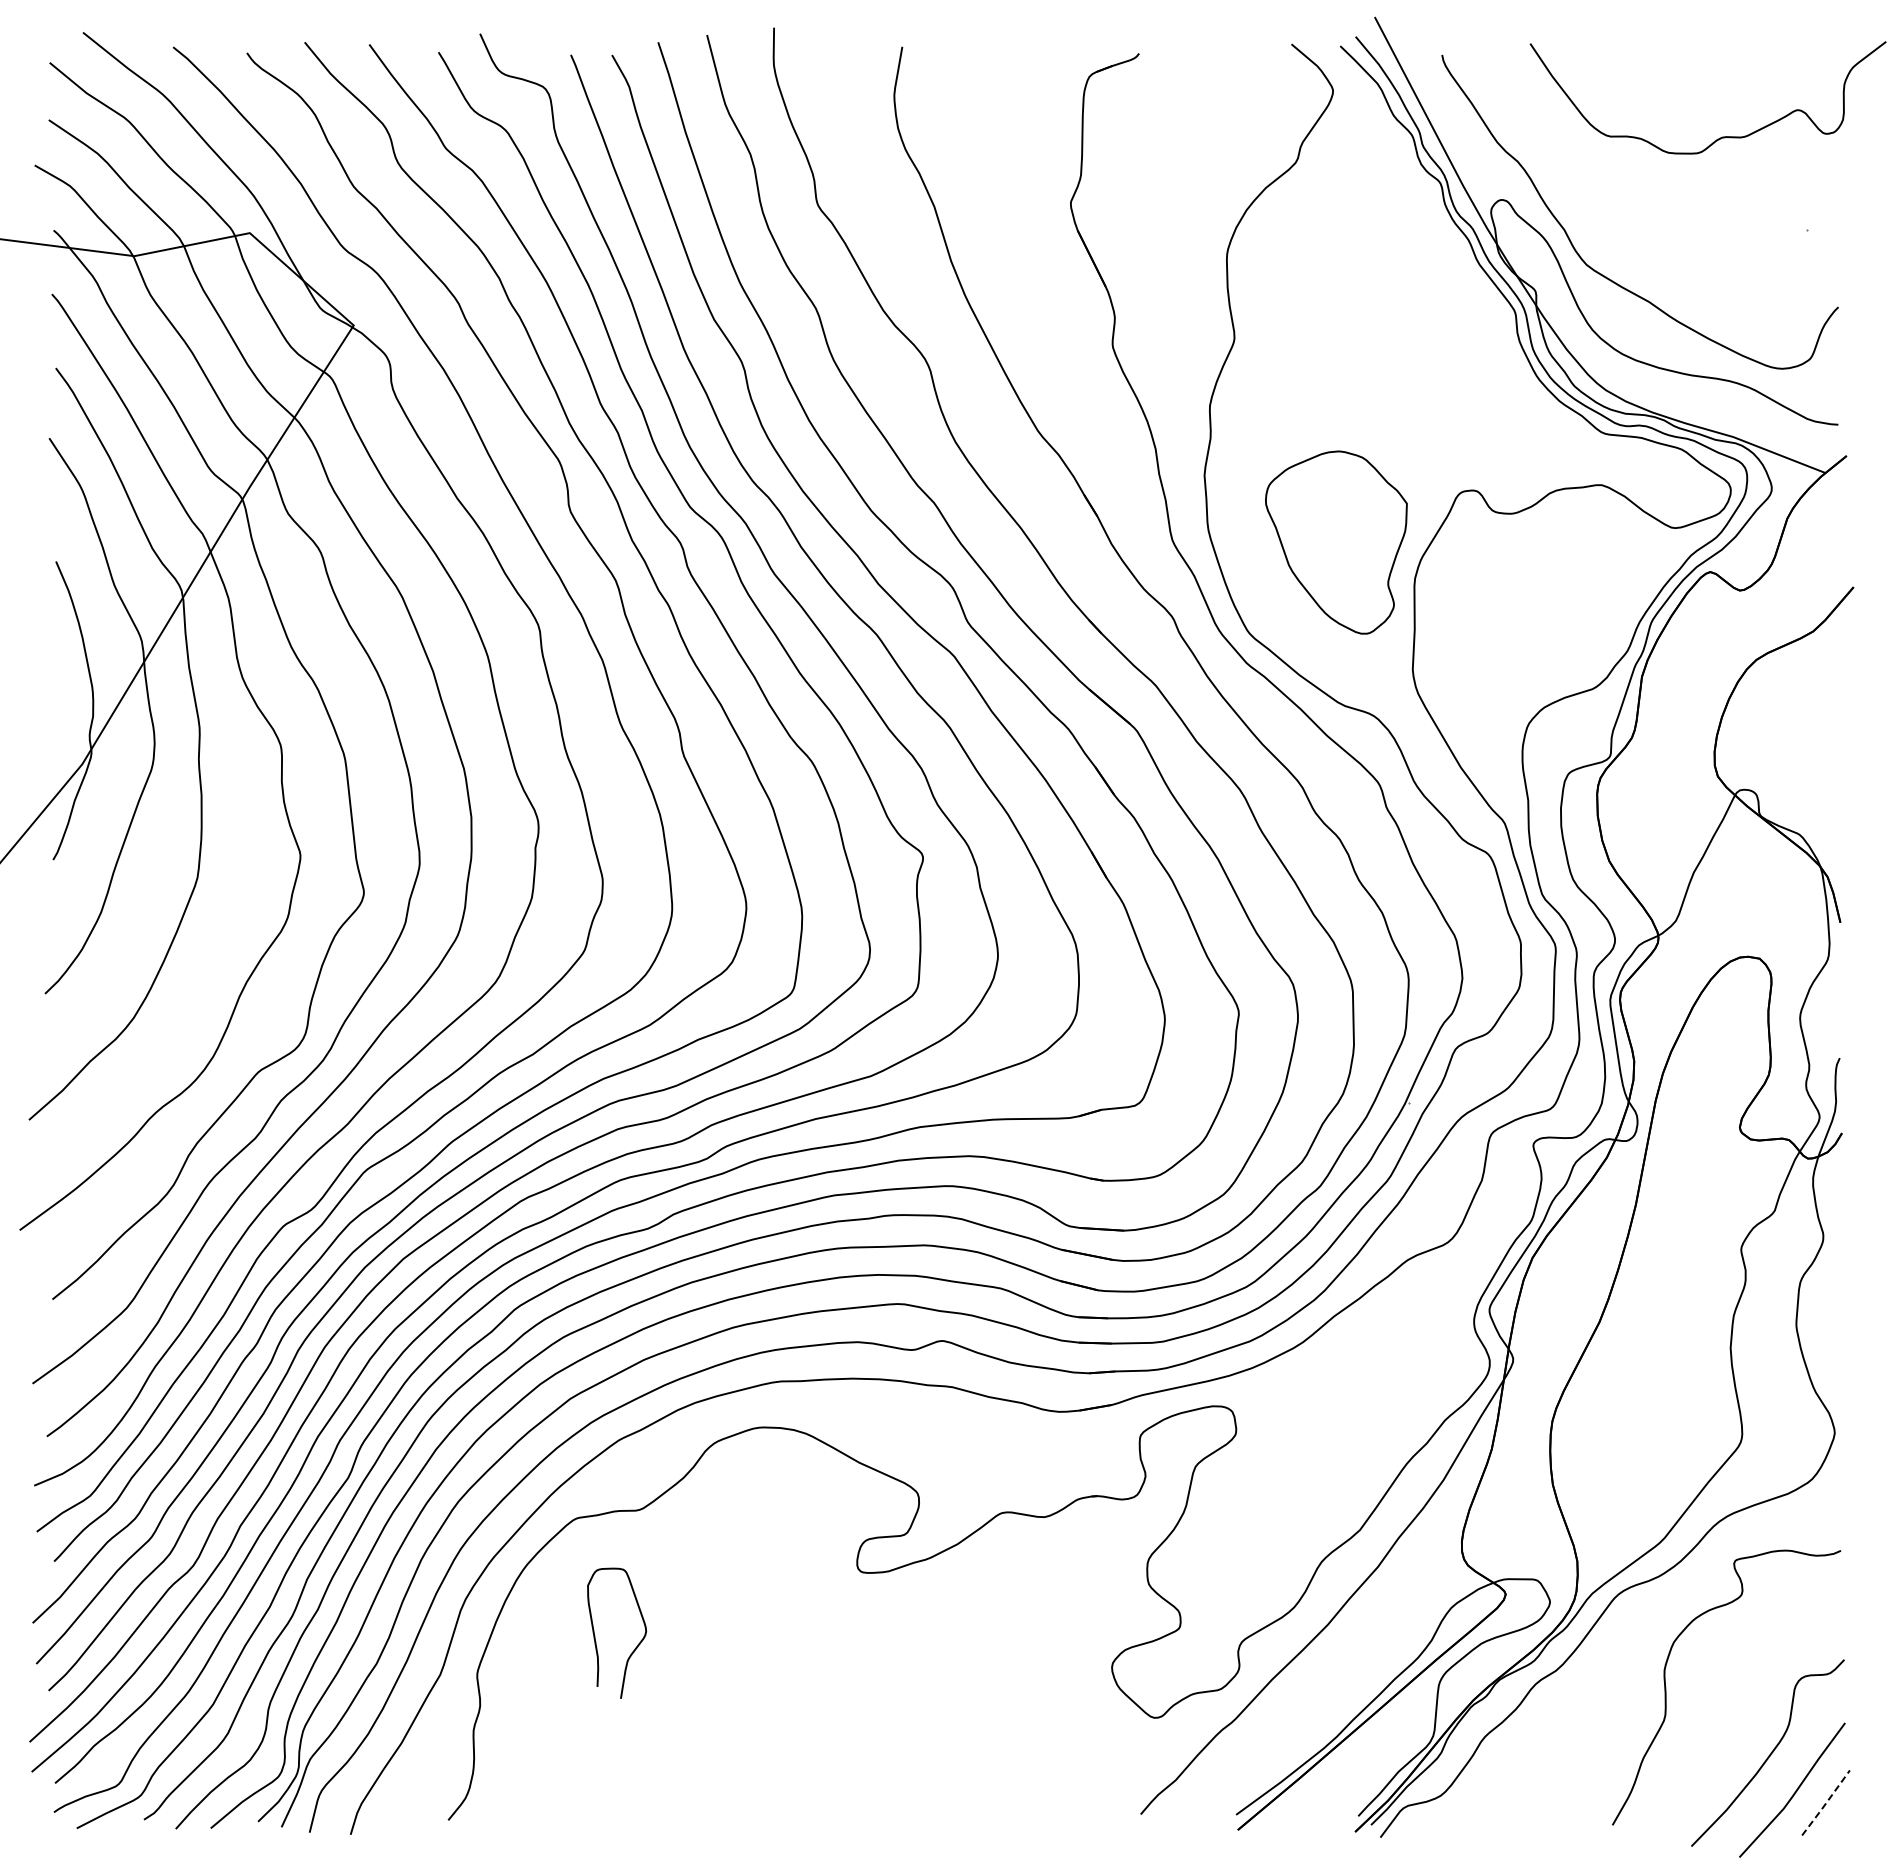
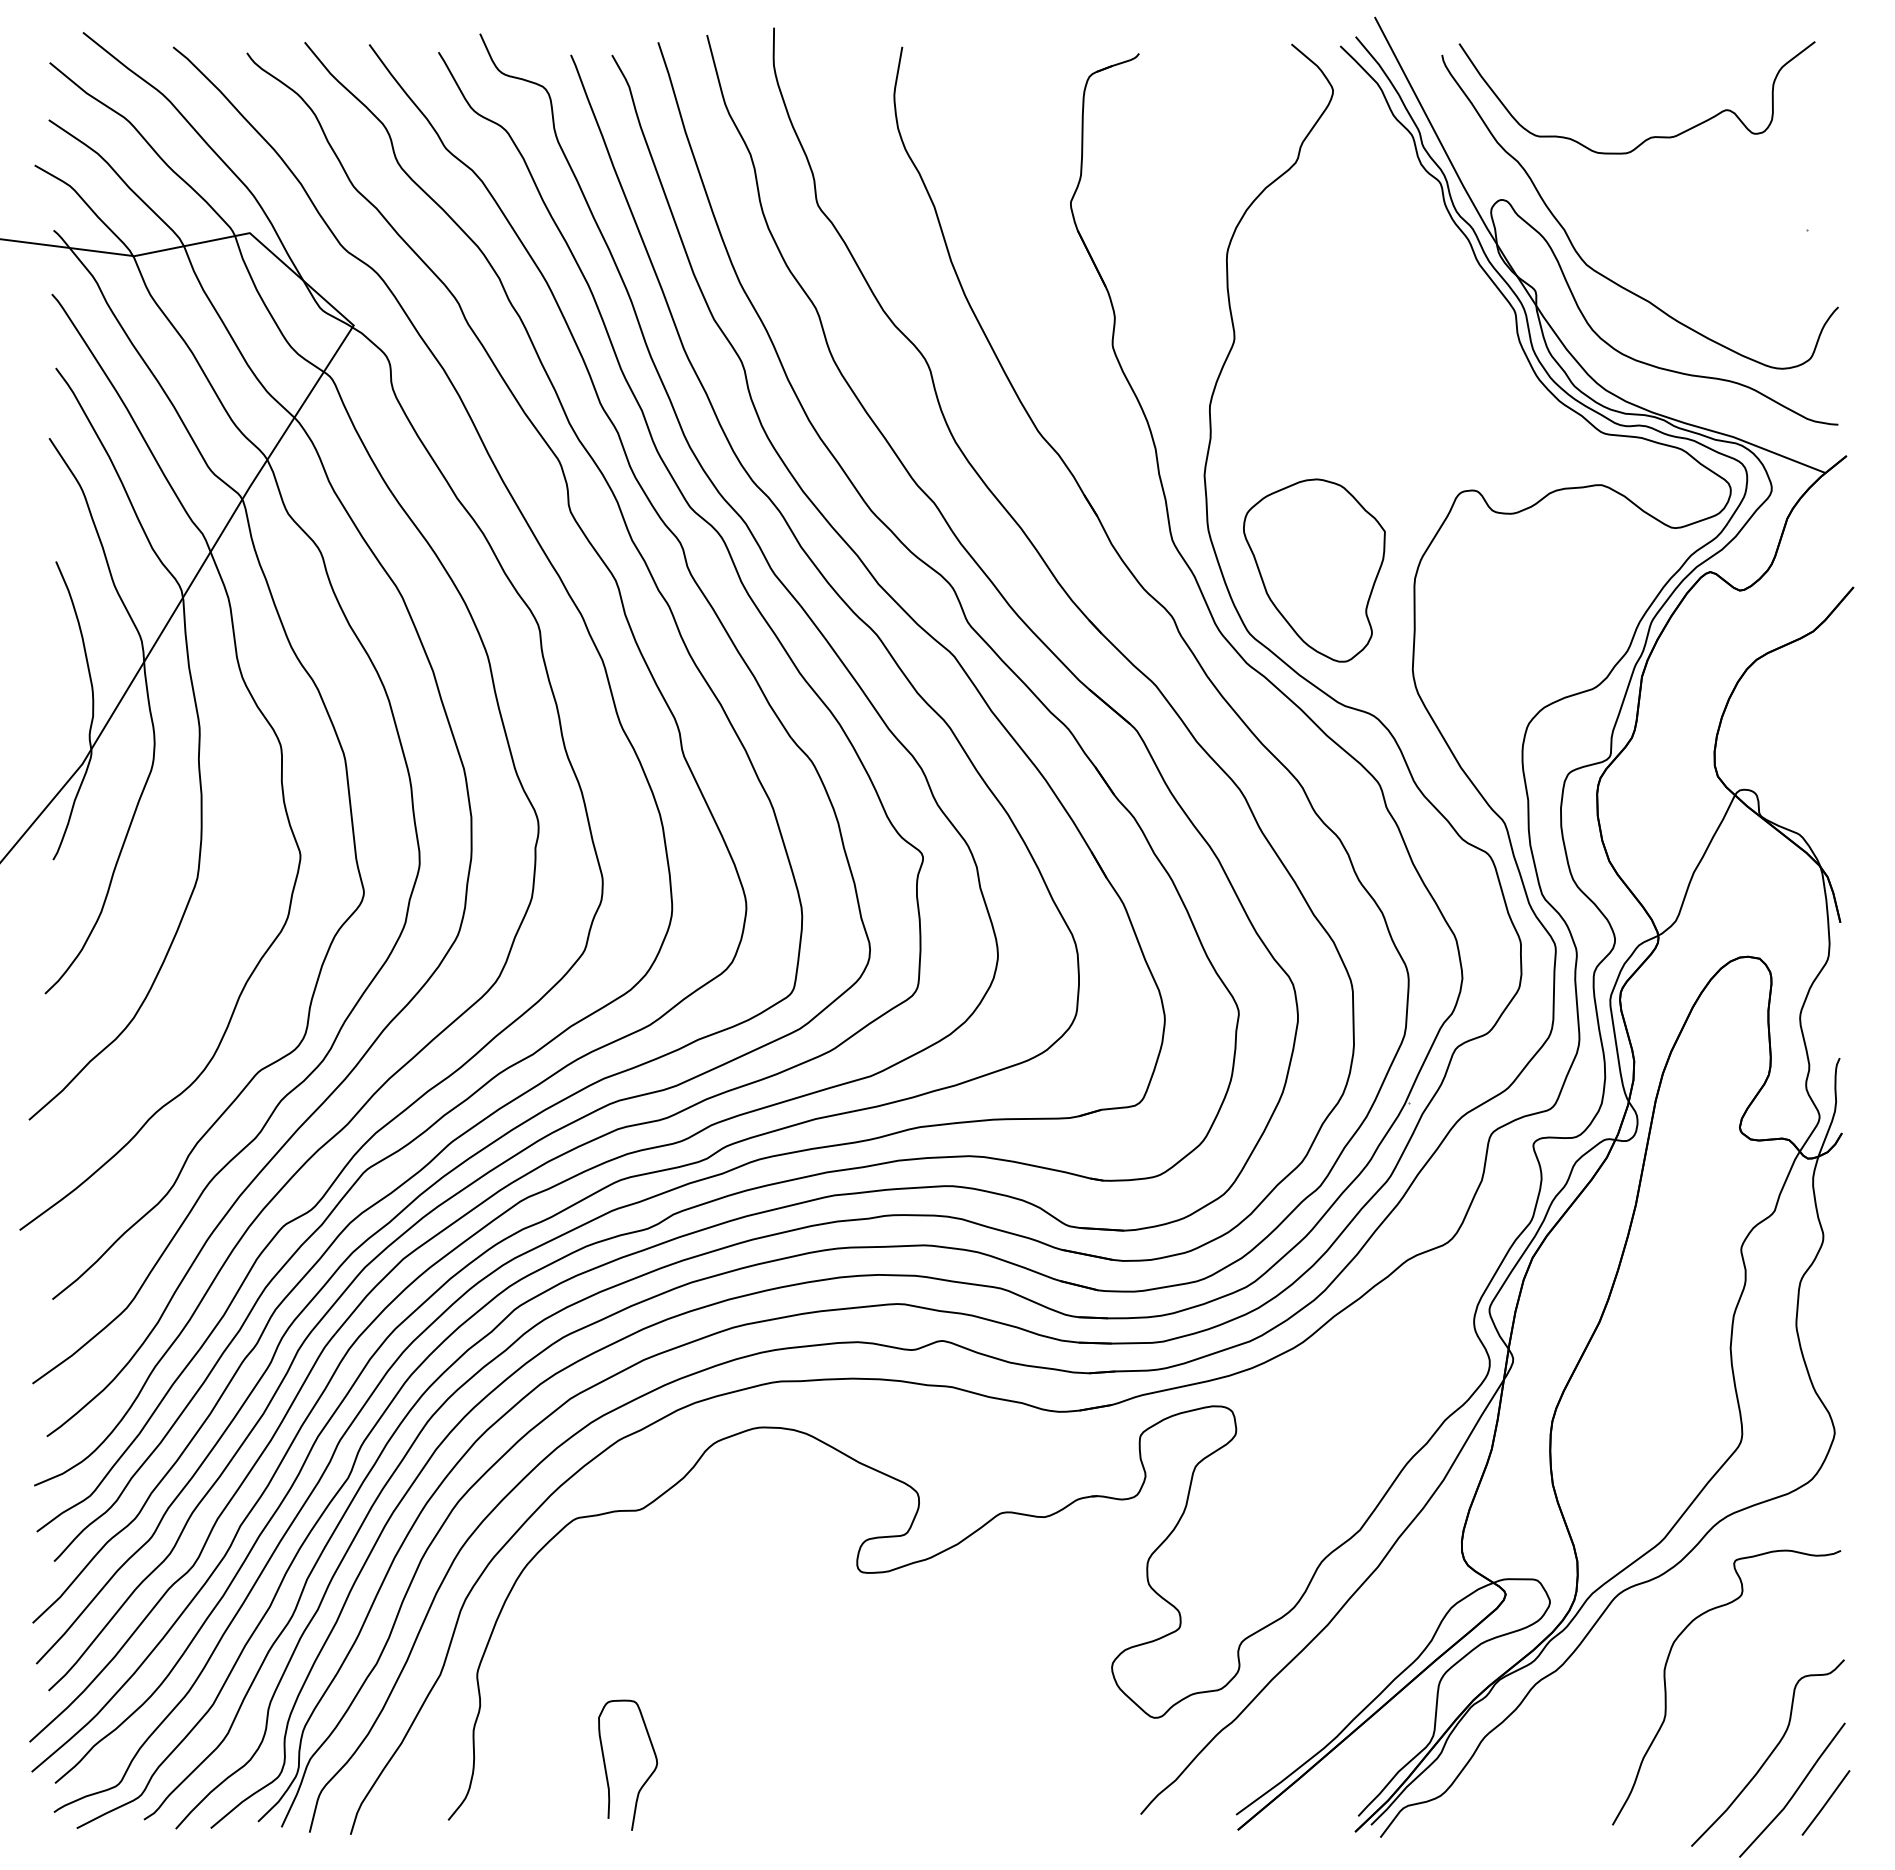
curve at (1722, 136) position: (1722, 136) -> (1651, 136)
part at (1336, 542) position: (1336, 542) -> (1314, 570)
curve at (595, 1635) position: (595, 1635) -> (606, 1767)
line at (1825, 1803): dashed -> solid
